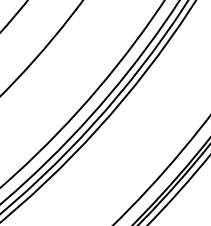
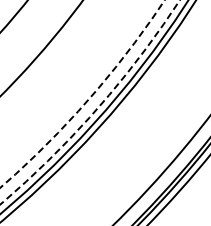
arc at (89, 98): solid -> dashed
arc at (96, 109): solid -> dashed
